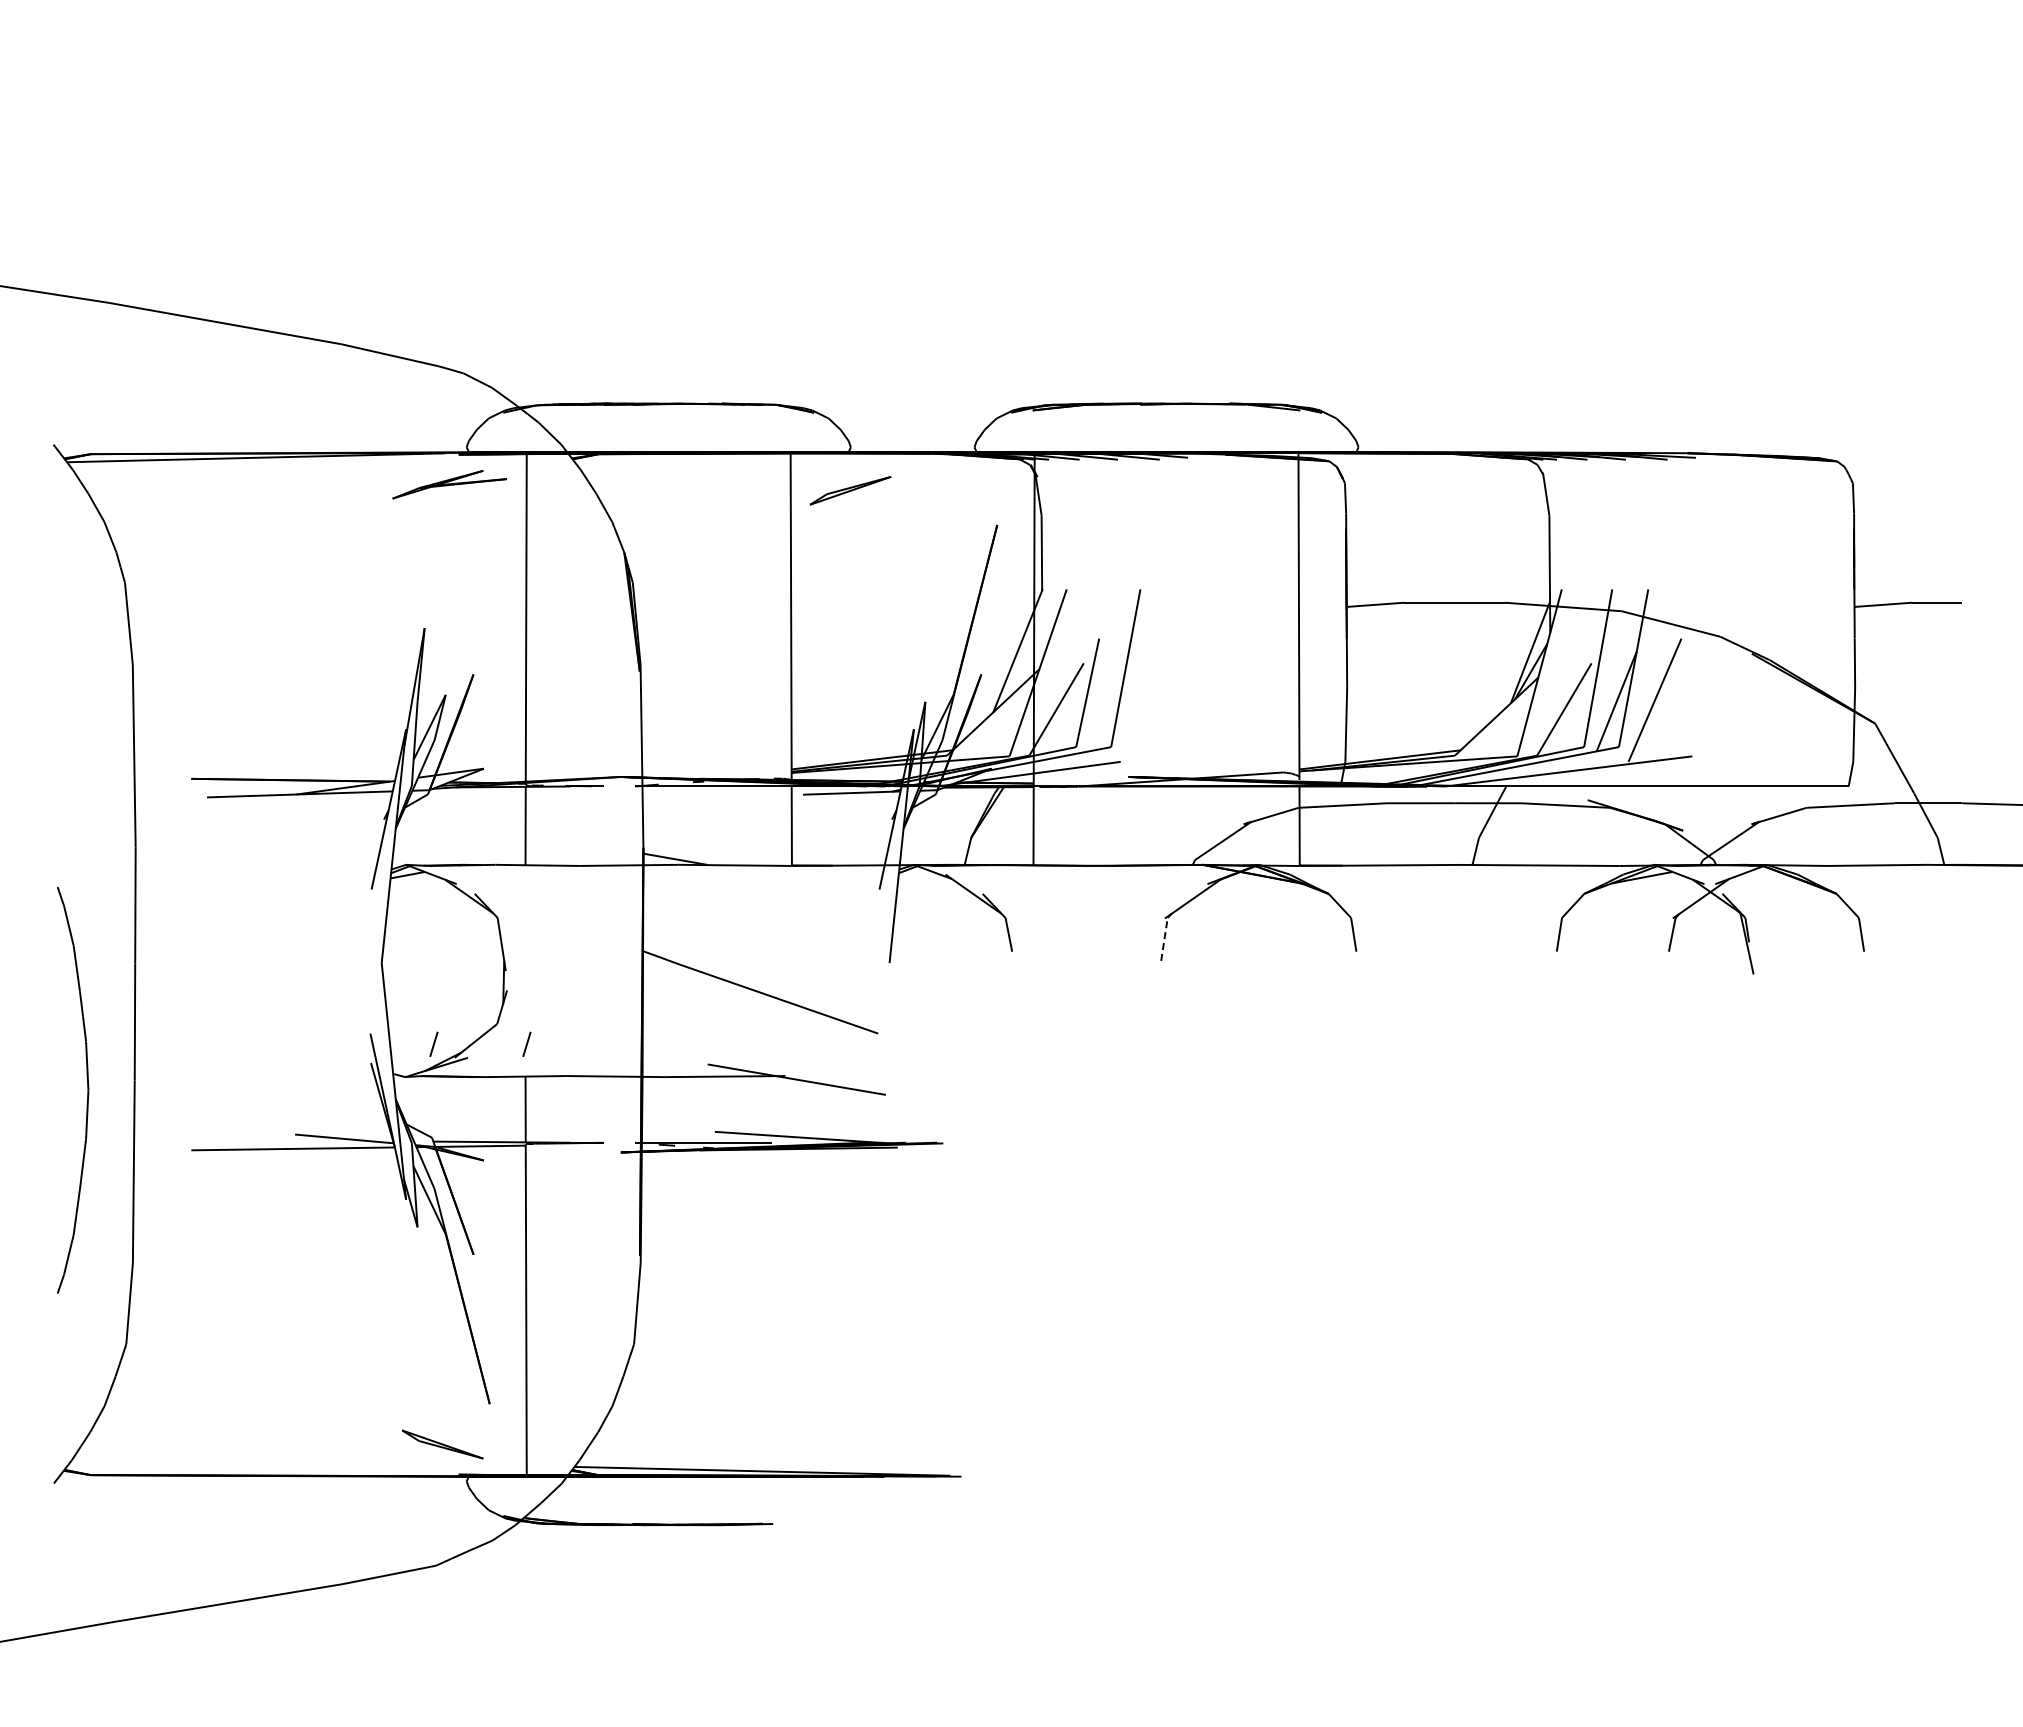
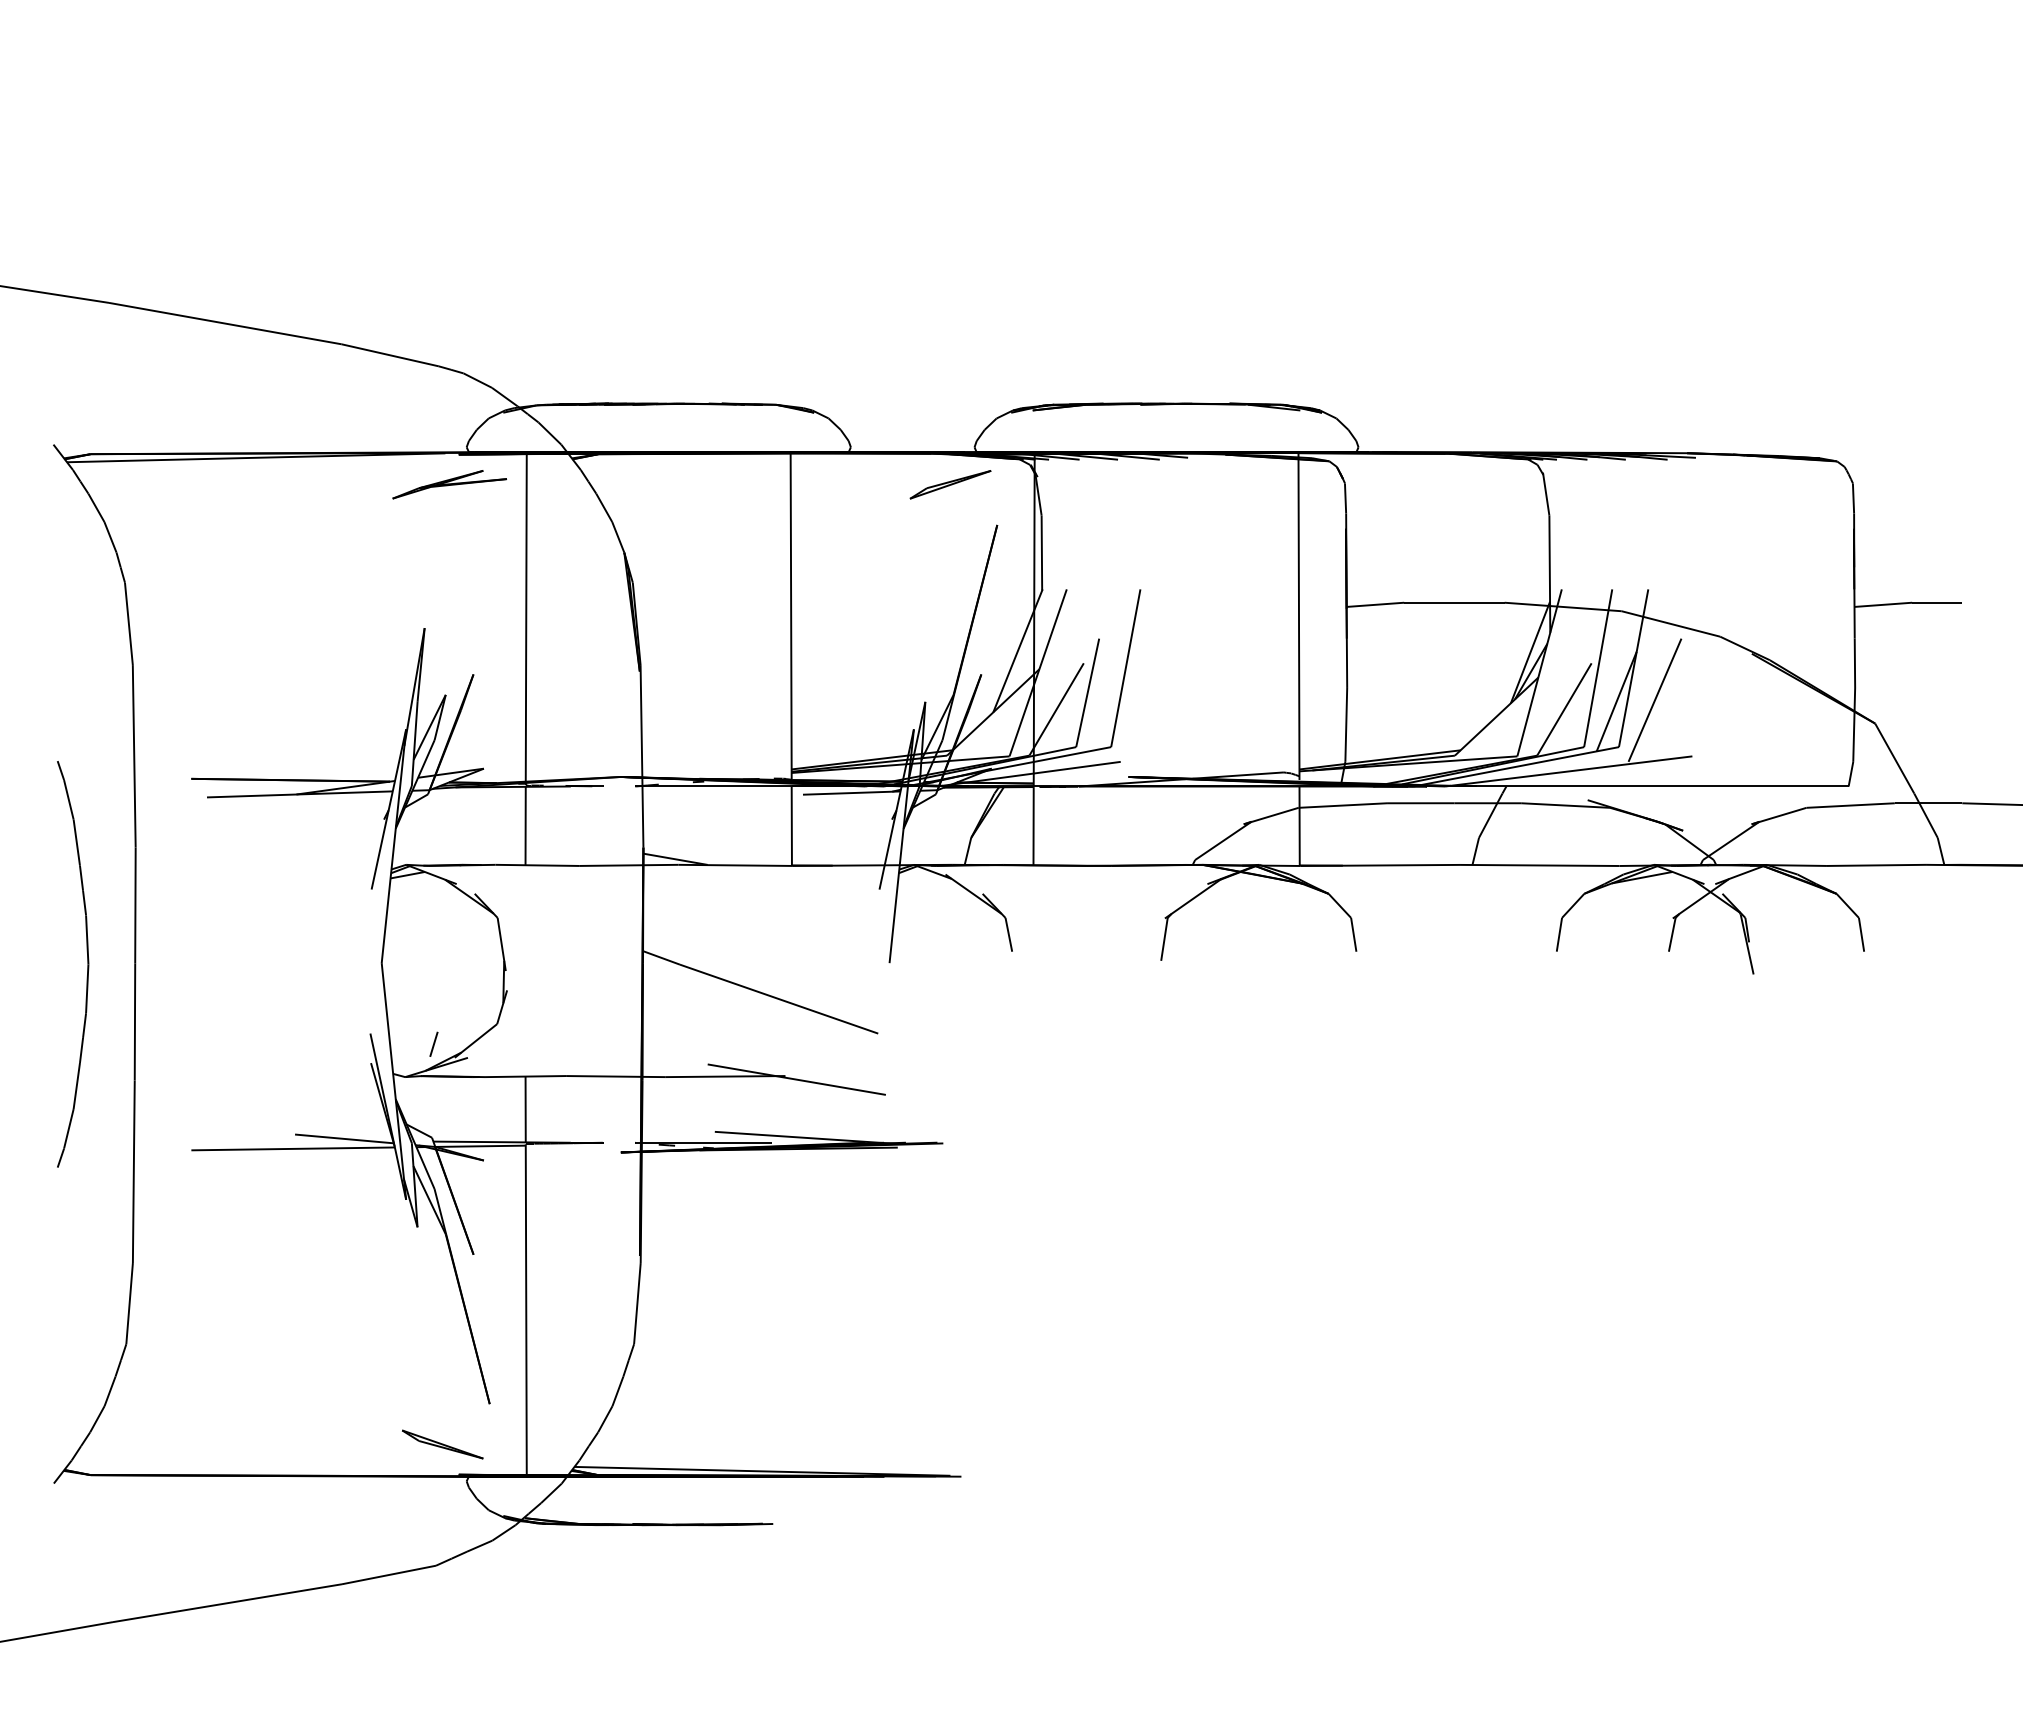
part at (850, 490) position: (850, 490) -> (950, 484)
line at (1164, 939): dashed -> solid
line at (526, 1043): present -> none
part at (87, 1090) position: (87, 1090) -> (87, 964)
